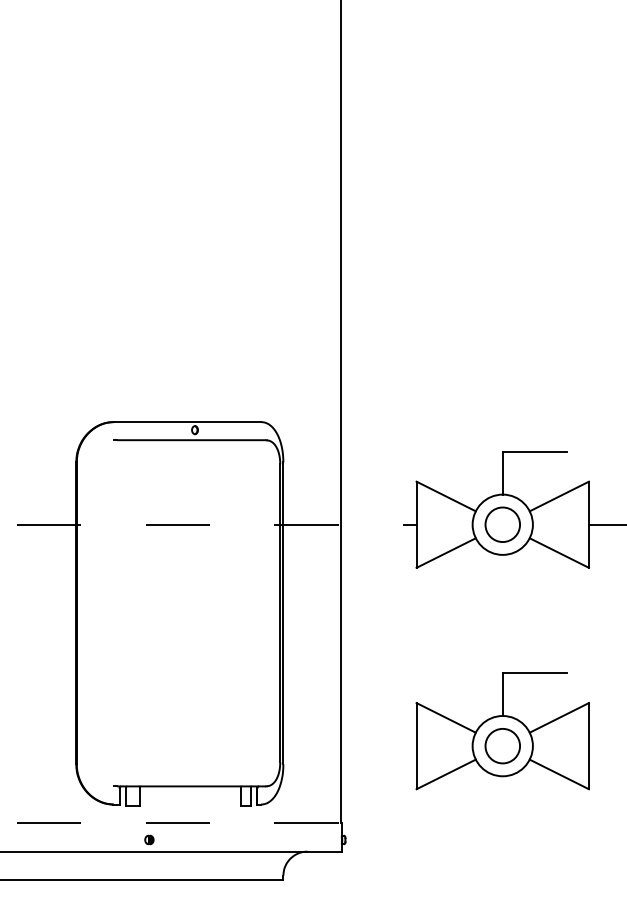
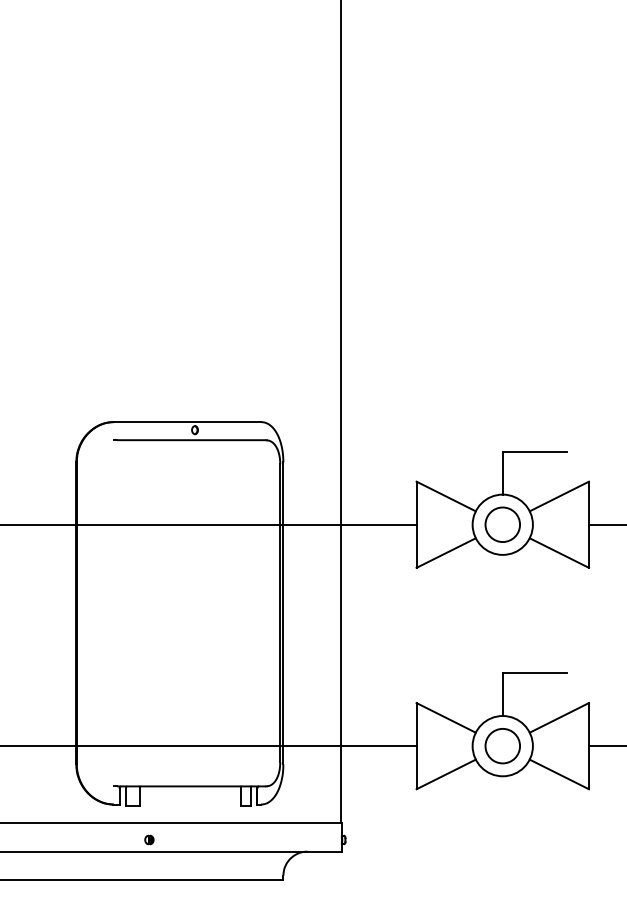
line at (208, 524): dashed -> solid
line at (209, 746): none -> present
line at (605, 746): none -> present
line at (171, 823): dashed -> solid
